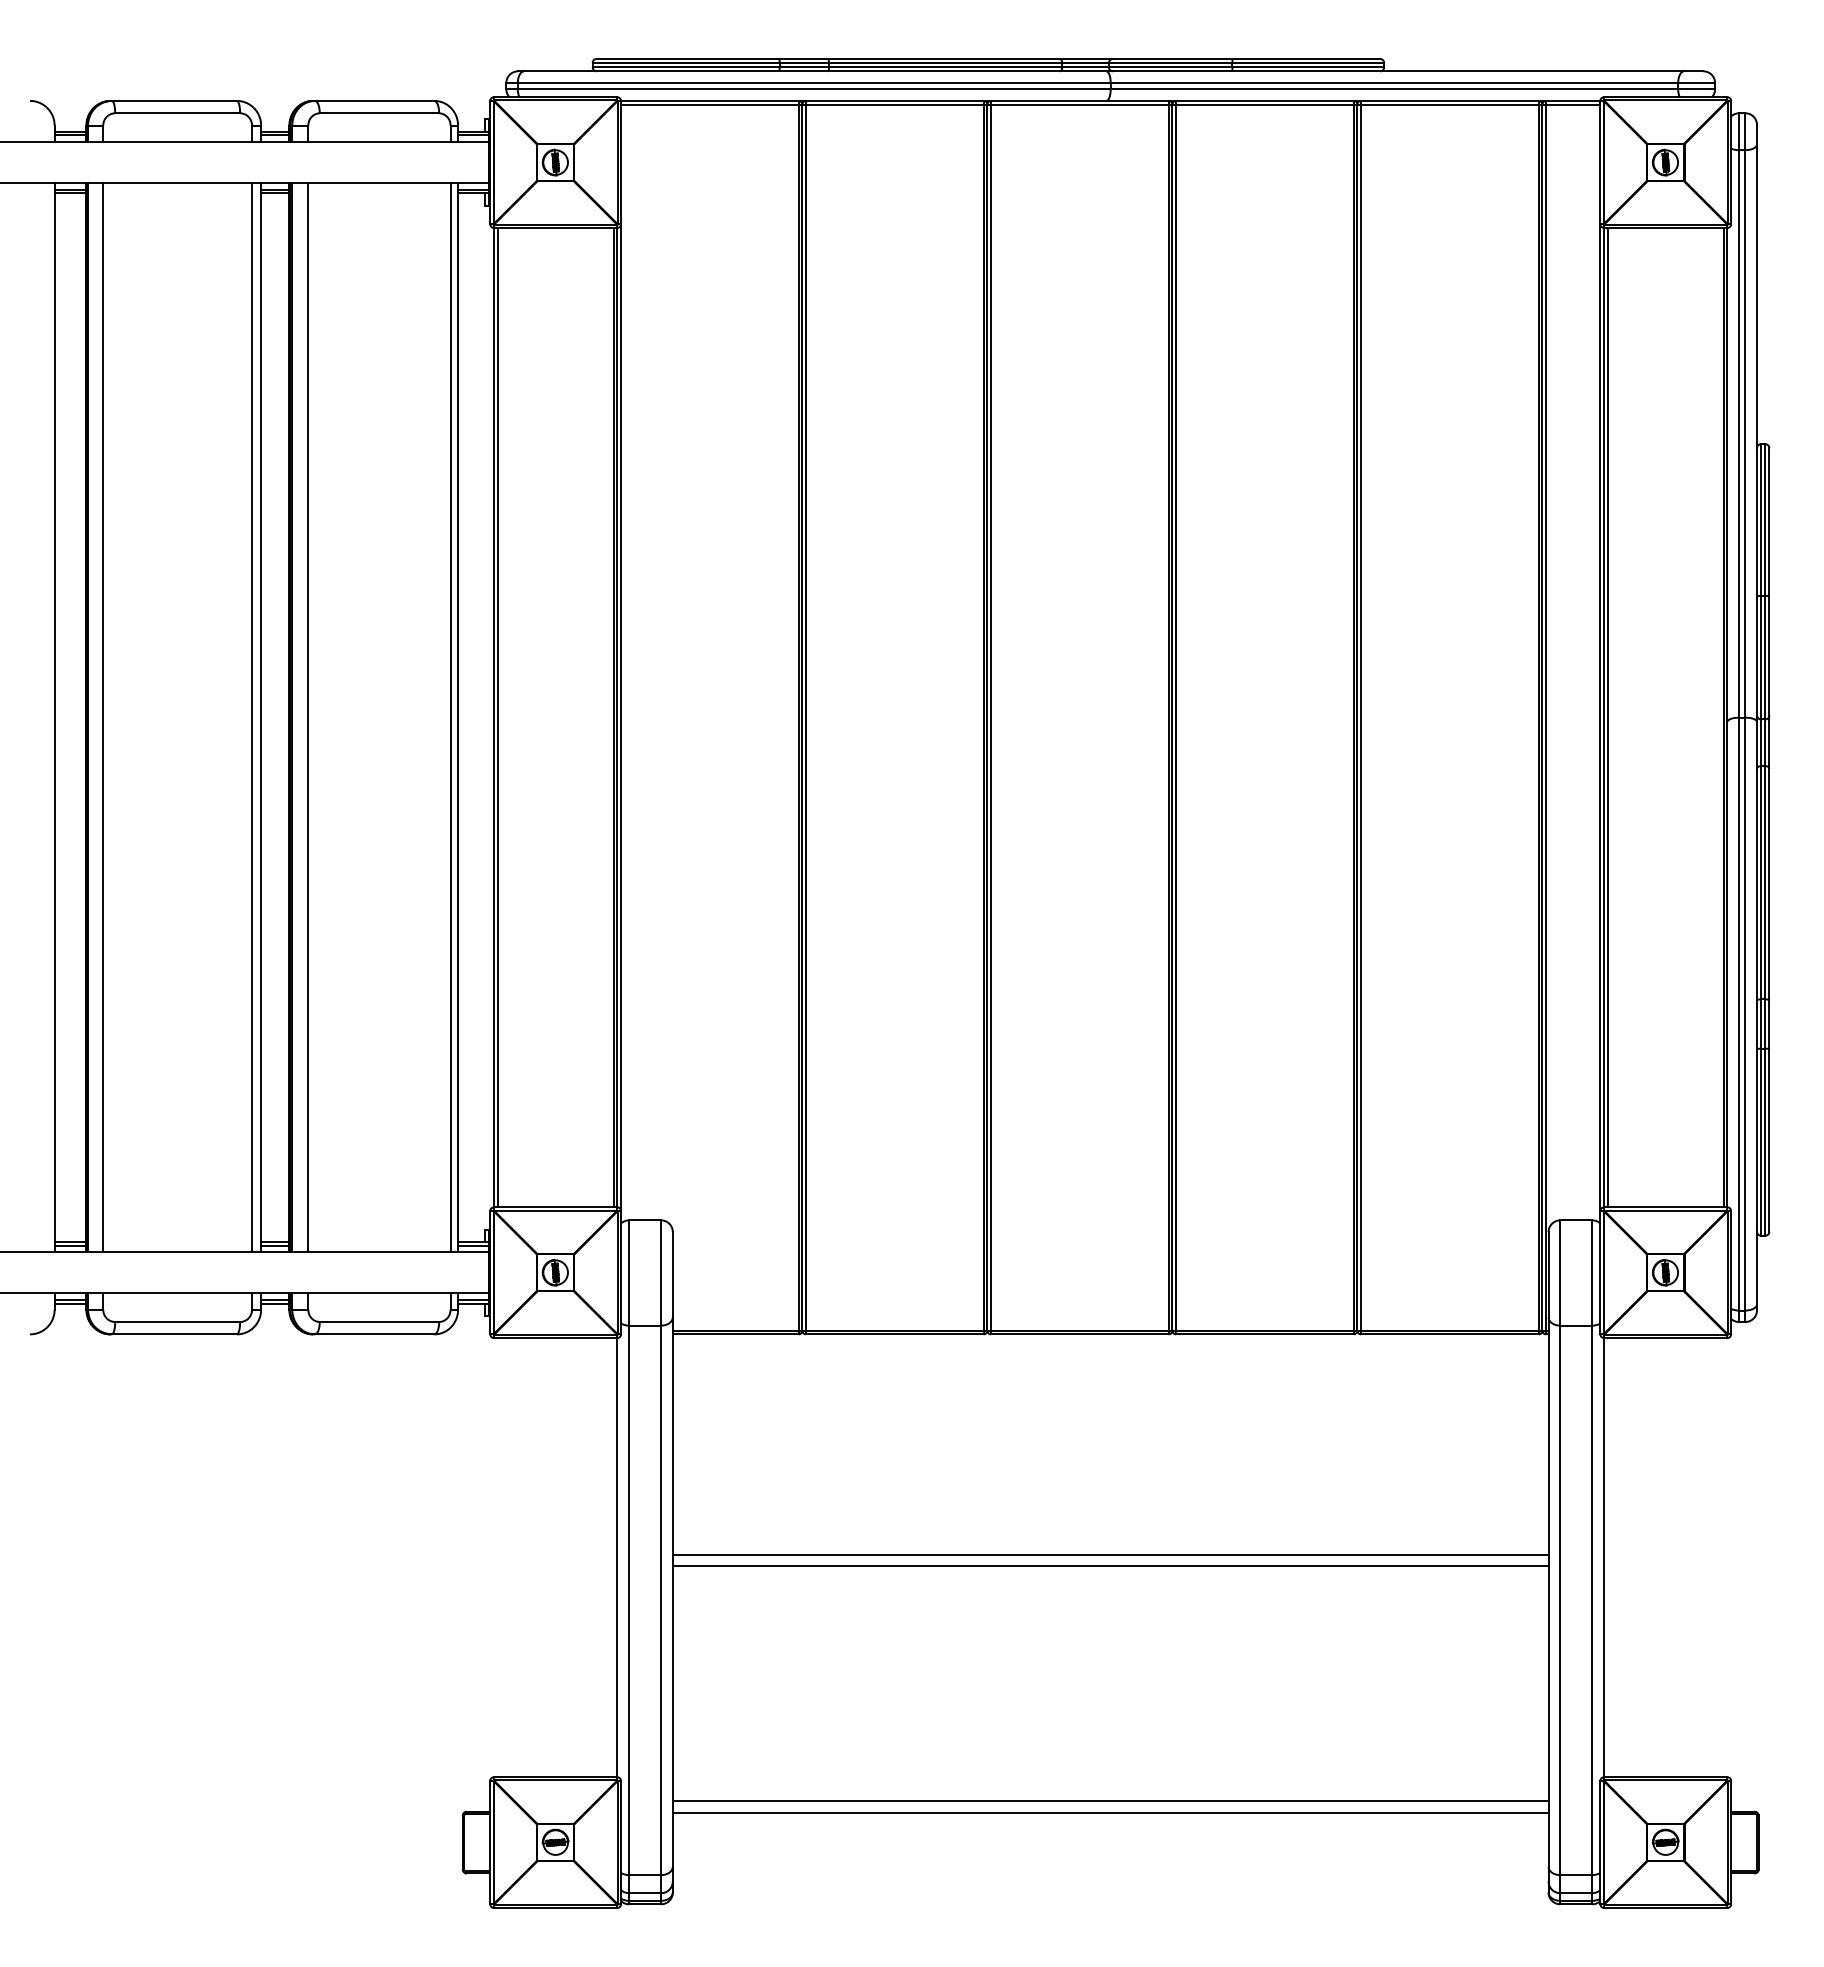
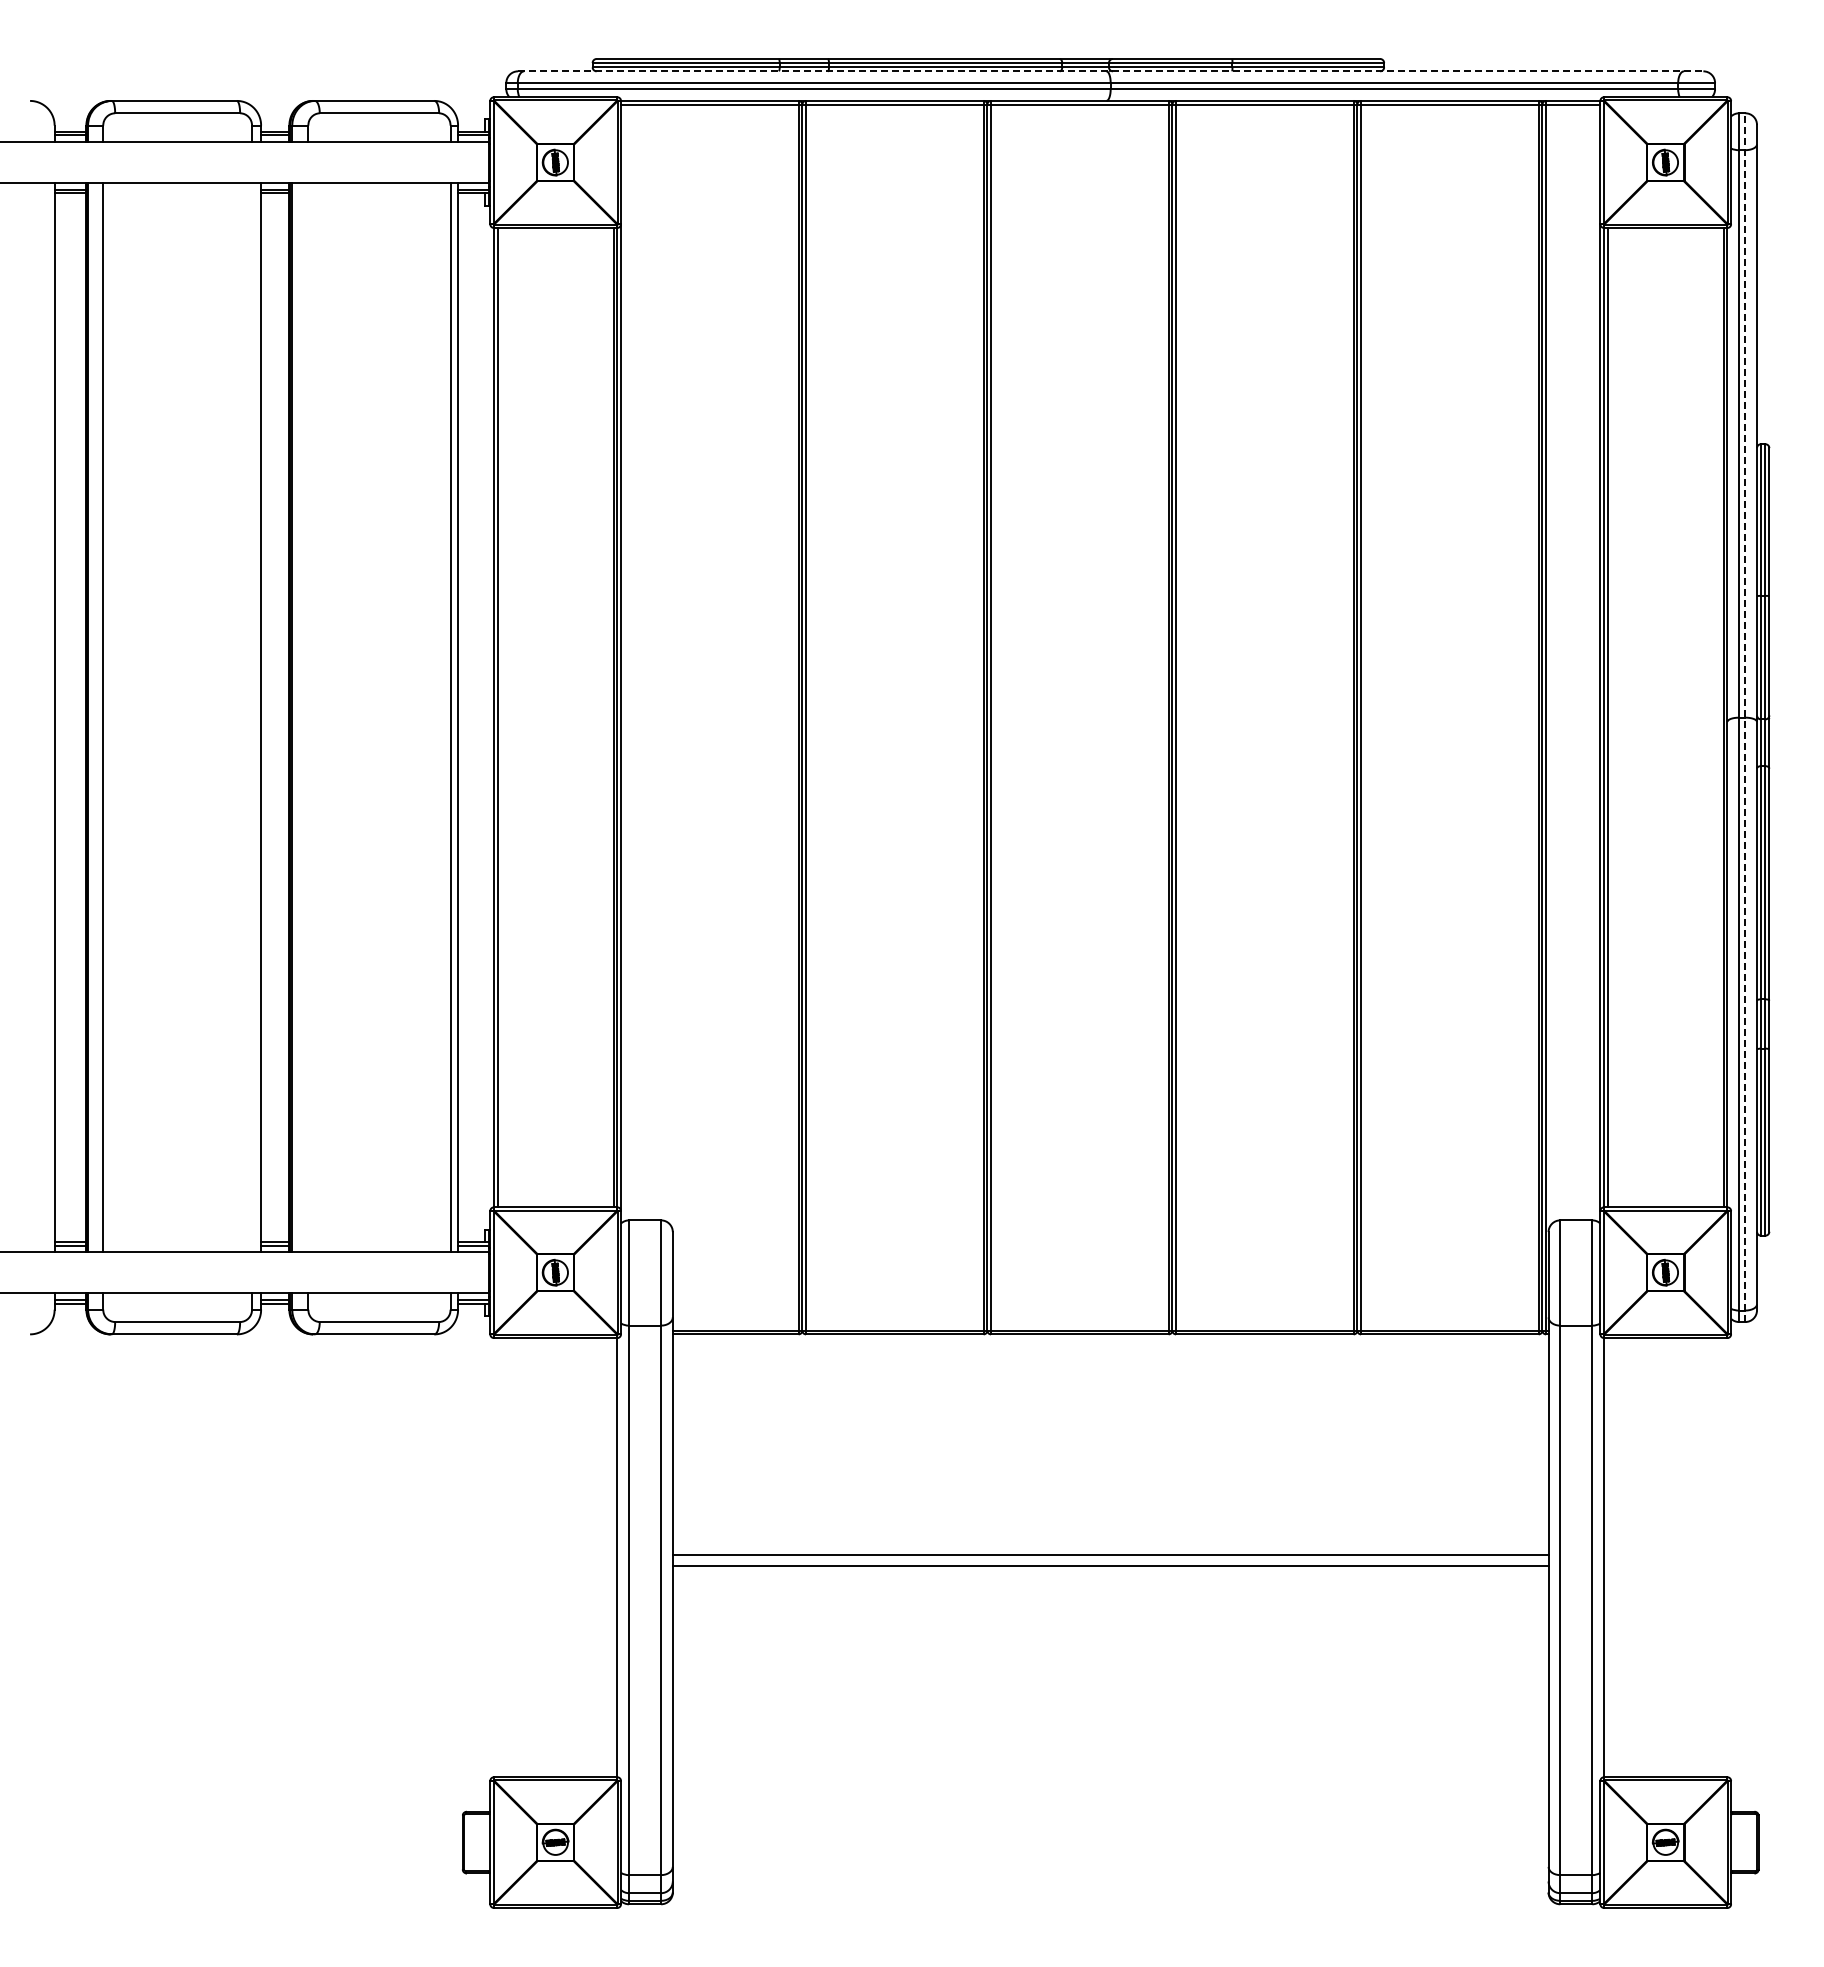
line at (1110, 71): solid -> dashed
line at (252, 717): present -> none
line at (308, 717): present -> none
line at (1745, 717): solid -> dashed
line at (1110, 1801): present -> none
line at (1110, 1813): present -> none
